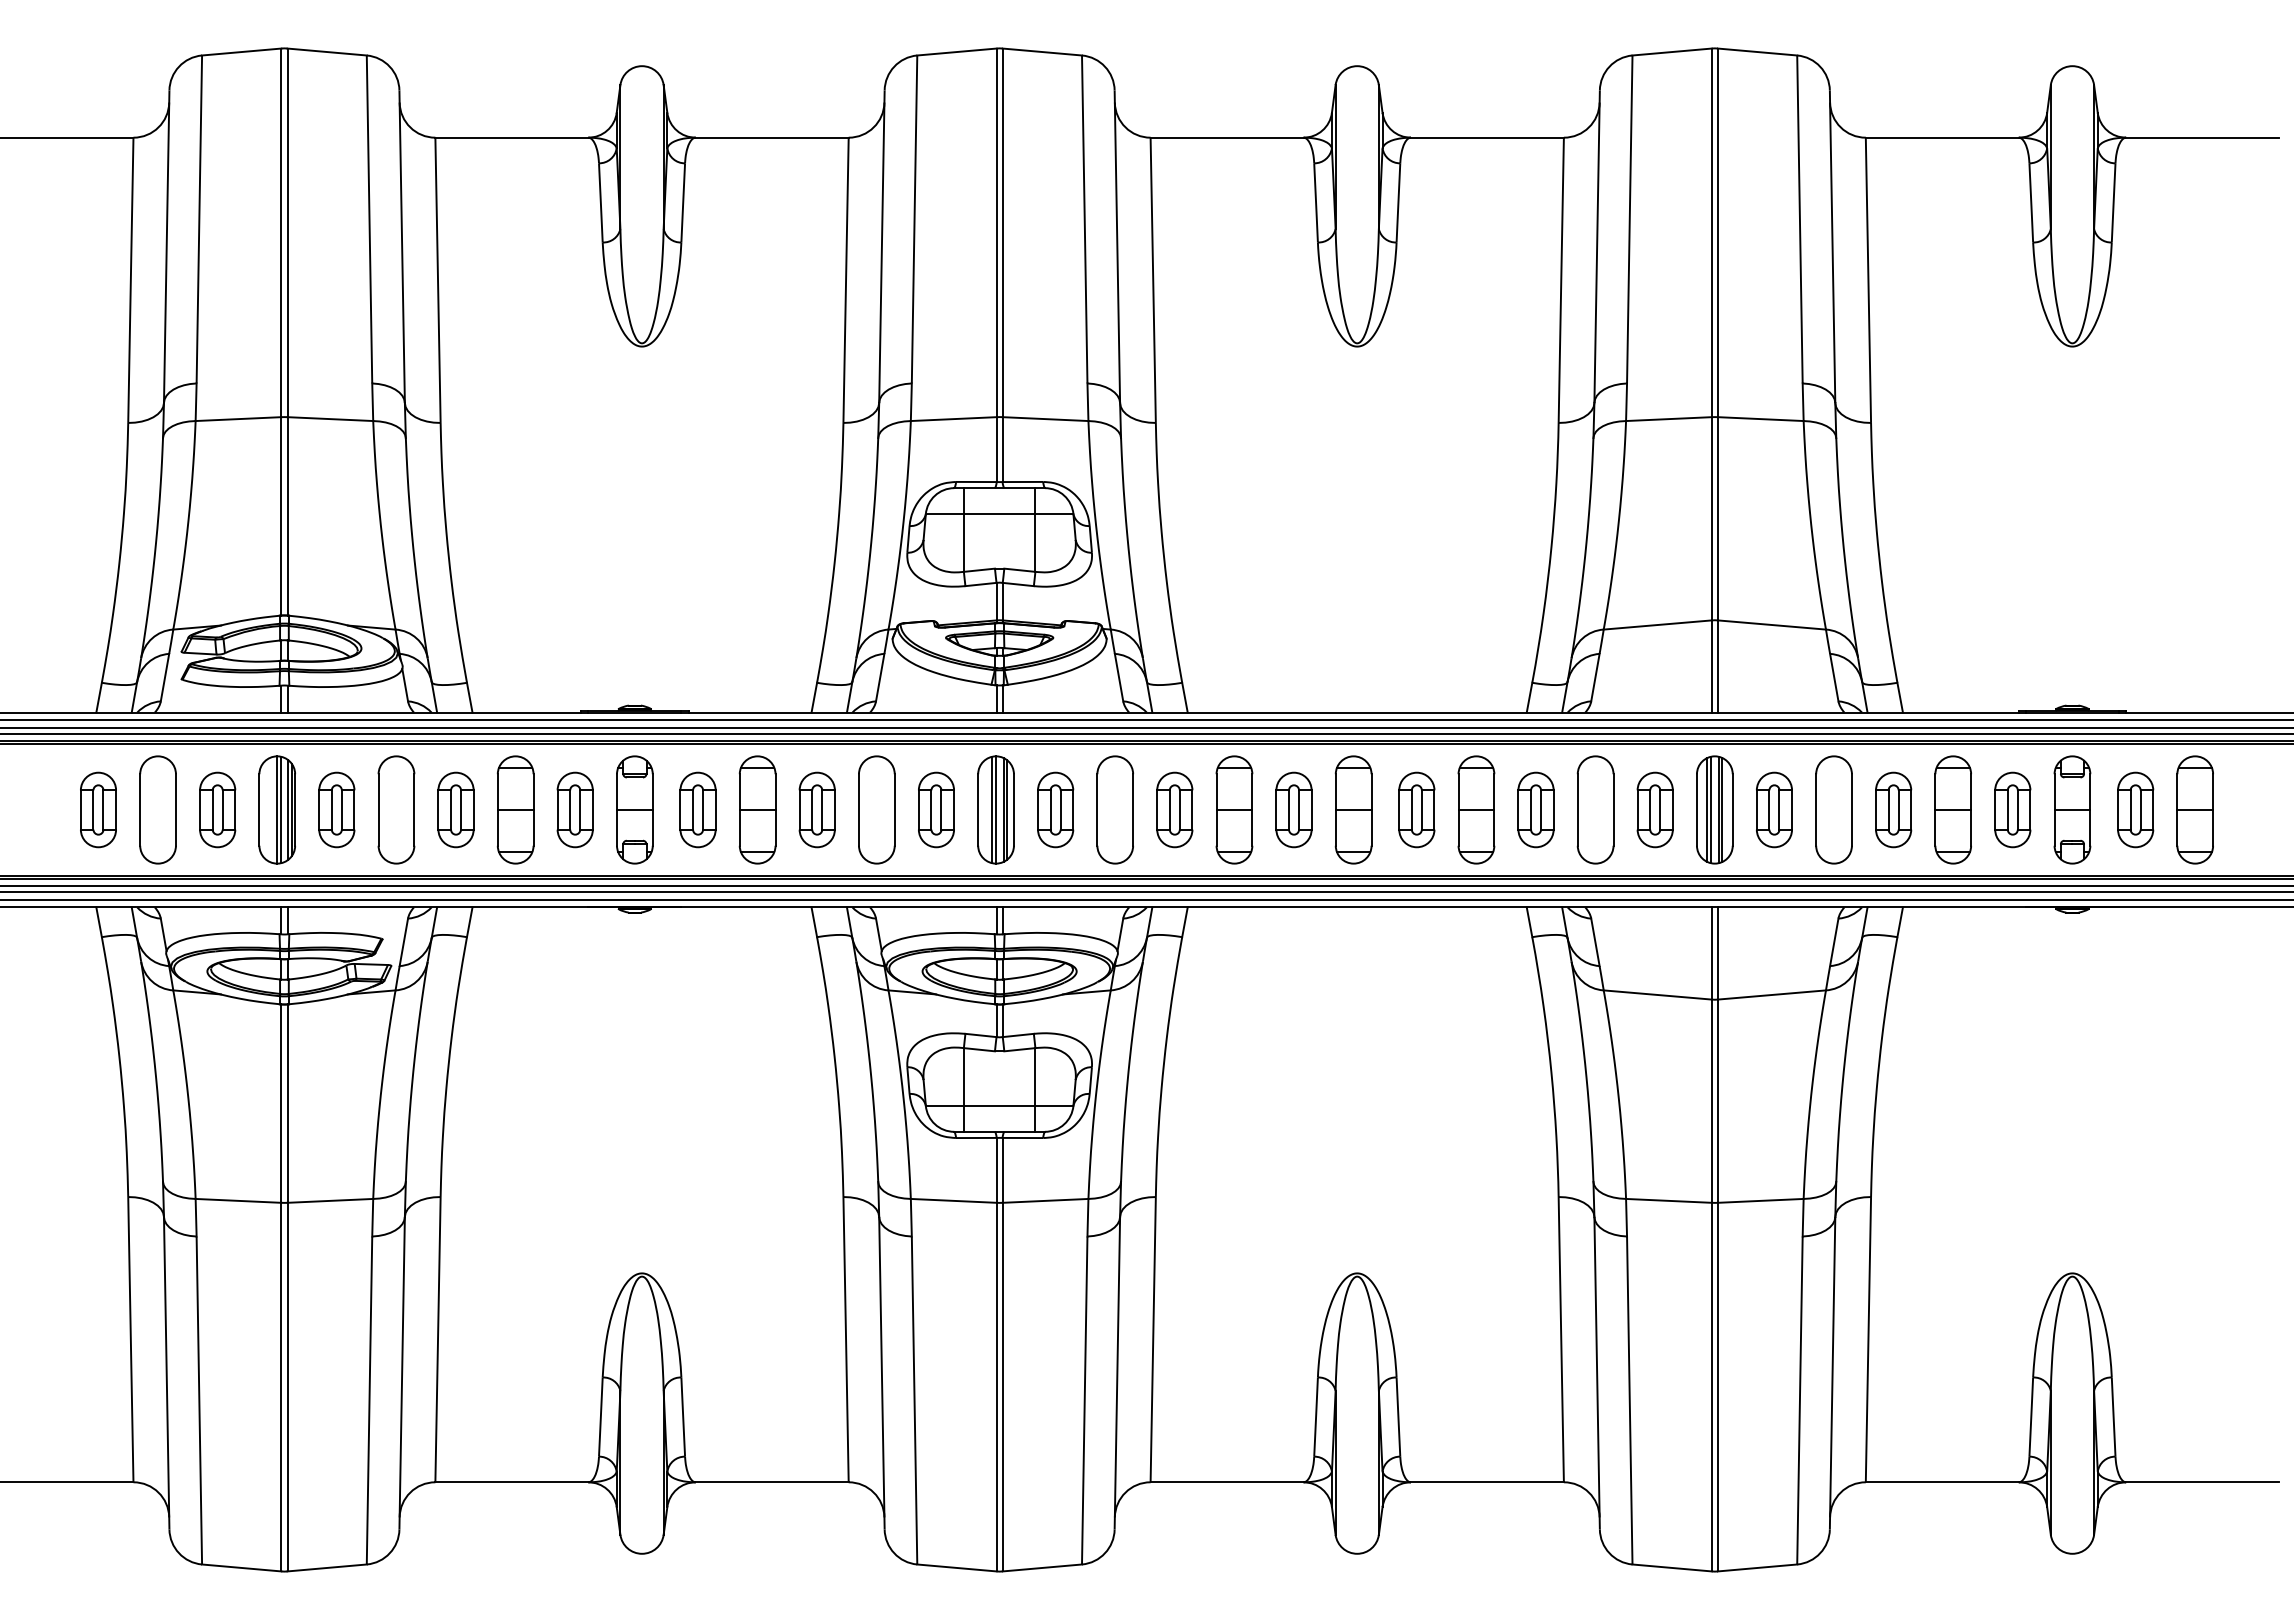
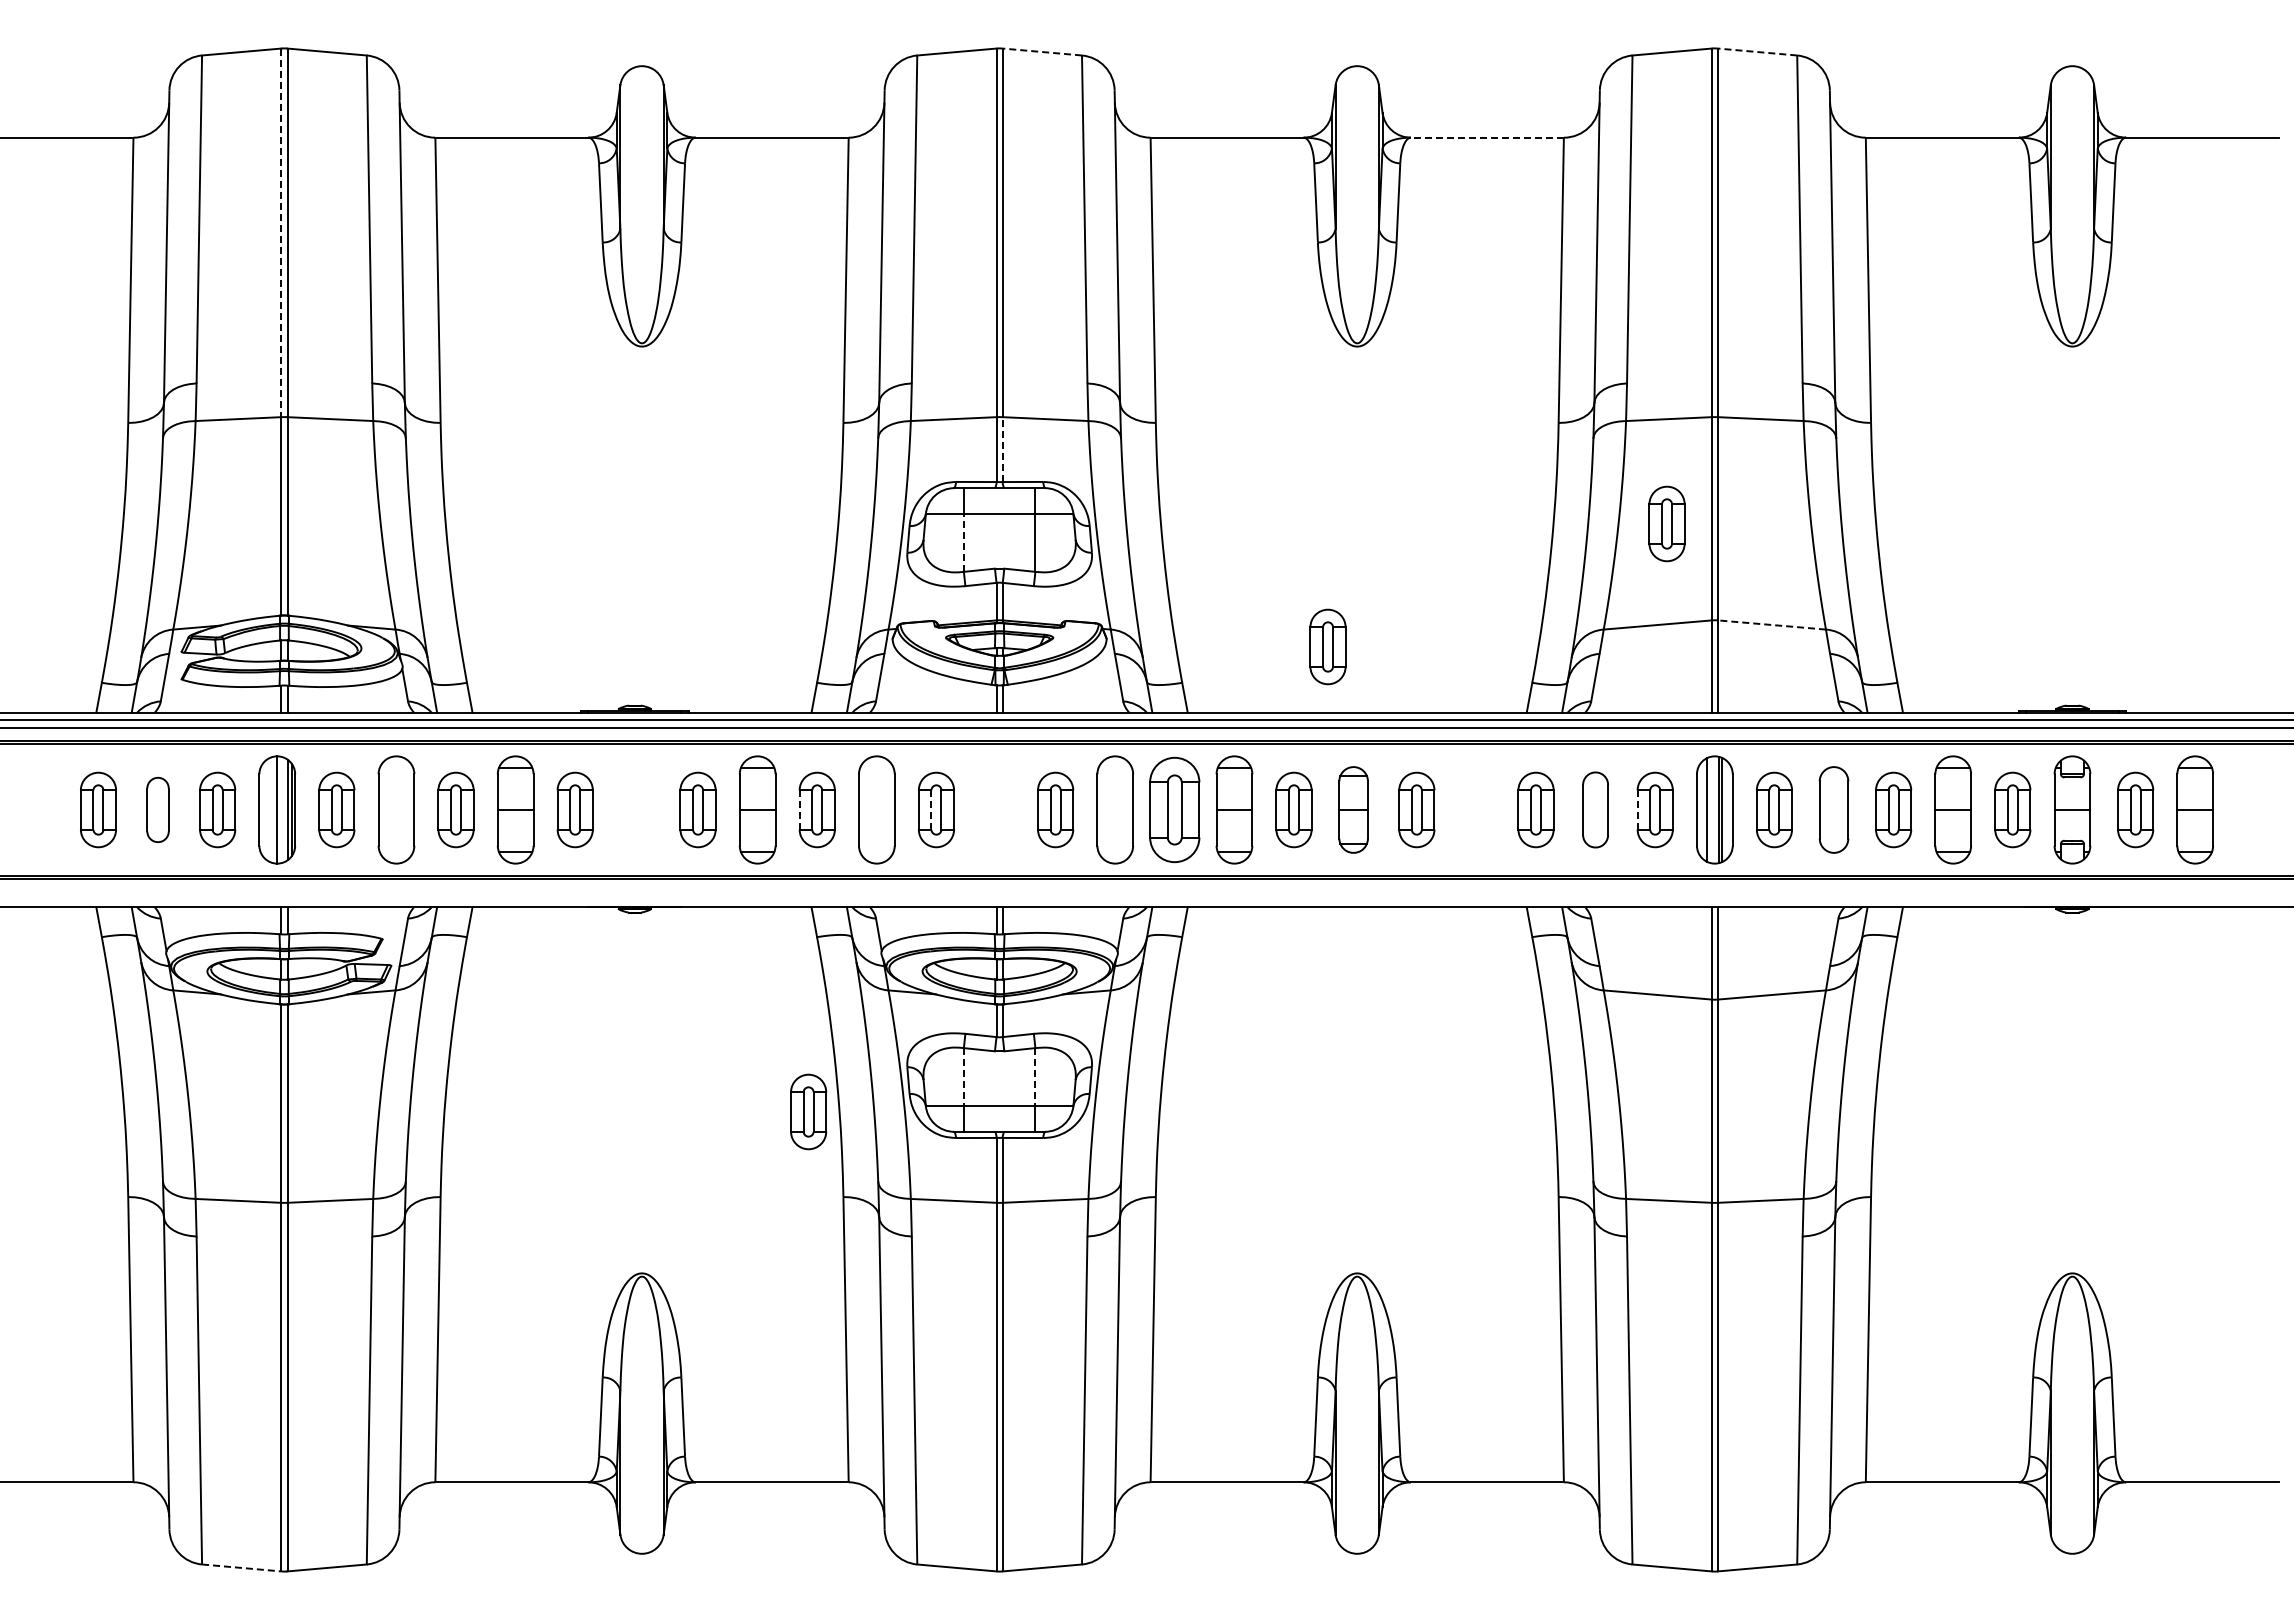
line at (1042, 52): solid -> dashed
line at (1757, 52): solid -> dashed
line at (1486, 137): solid -> dashed
line at (281, 233): solid -> dashed
line at (1002, 449): solid -> dashed
part at (1666, 523): none -> present
line at (963, 543): solid -> dashed
line at (1771, 624): solid -> dashed
part at (1327, 646): none -> present
line at (1146, 733): present -> none
part at (157, 809) size: 38x110 px -> 24x68 px
line at (280, 809): present -> none
part at (634, 809): present -> none
part at (995, 809): present -> none
part at (1174, 809) size: 38x78 px -> 52x108 px
part at (1353, 809) size: 39x110 px -> 31x88 px
part at (1476, 809): present -> none
part at (1595, 809) size: 39x110 px -> 27x78 px
line at (1710, 809): present -> none
part at (1833, 809) size: 38x110 px -> 32x88 px
line at (799, 810): solid -> dashed
line at (931, 810): solid -> dashed
line at (1637, 810): solid -> dashed
line at (1146, 886): present -> none
line at (1146, 892): present -> none
line at (1146, 900): present -> none
line at (963, 1076): solid -> dashed
line at (1035, 1076): solid -> dashed
part at (808, 1111): none -> present
line at (241, 1567): solid -> dashed
